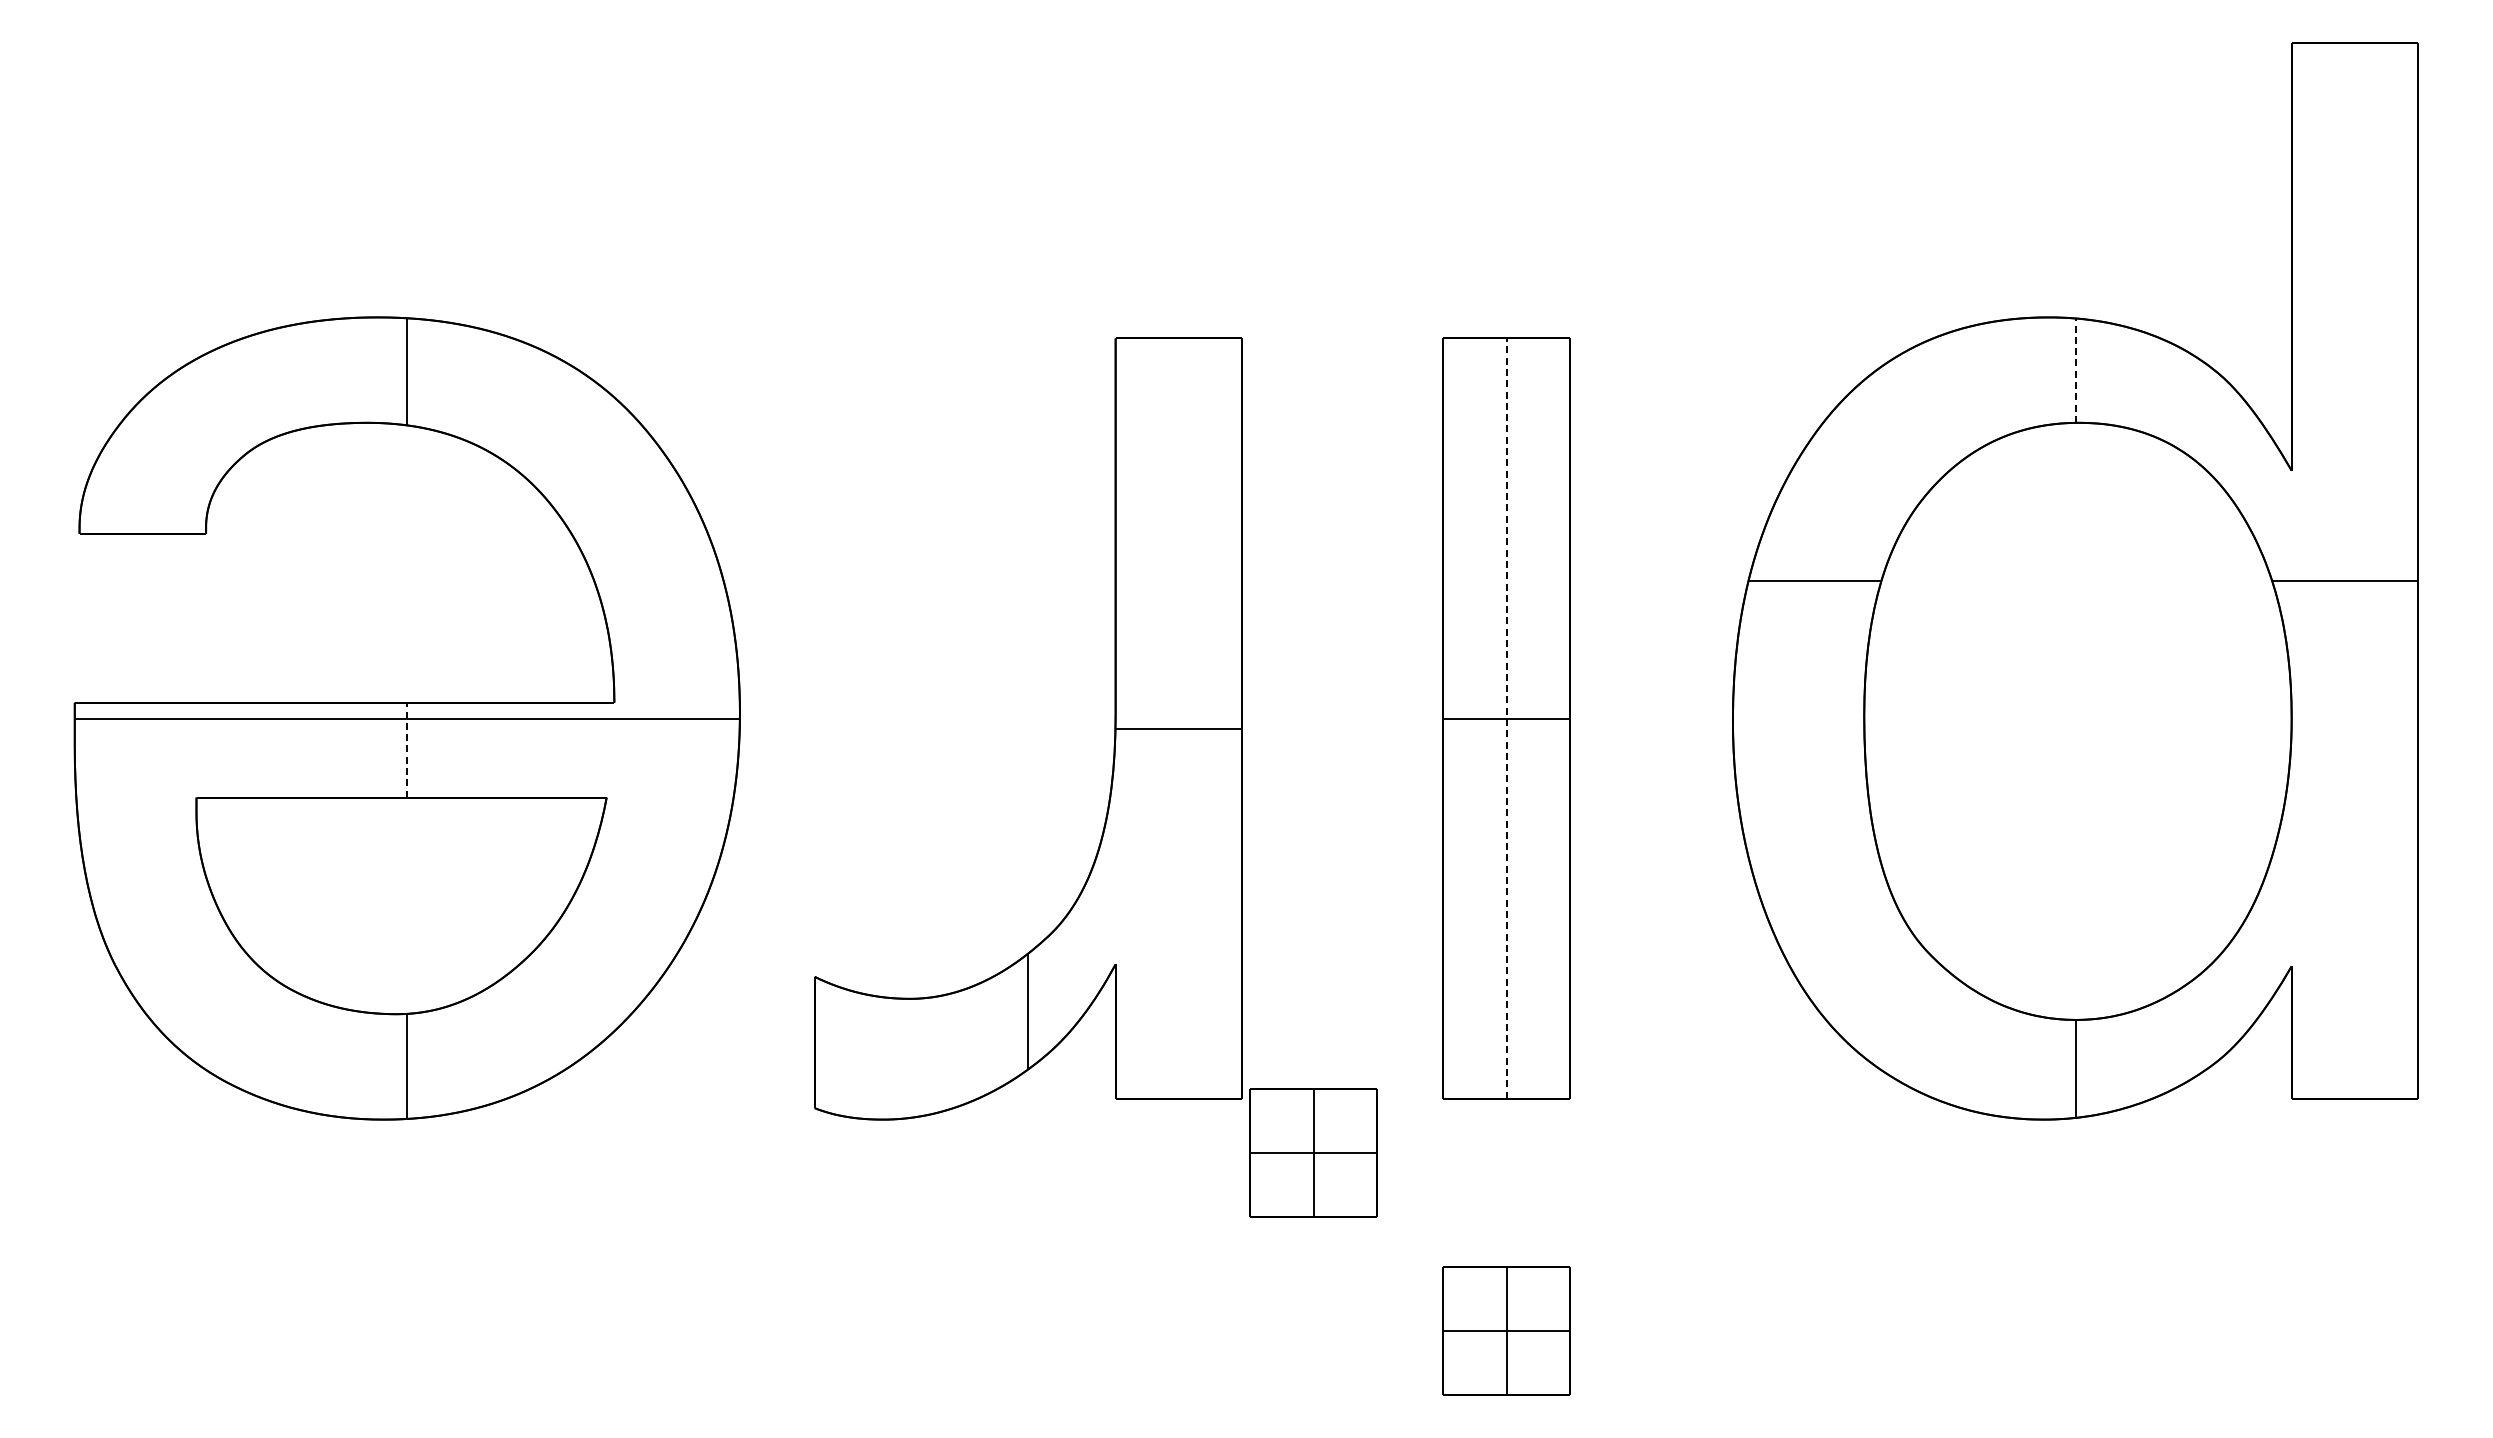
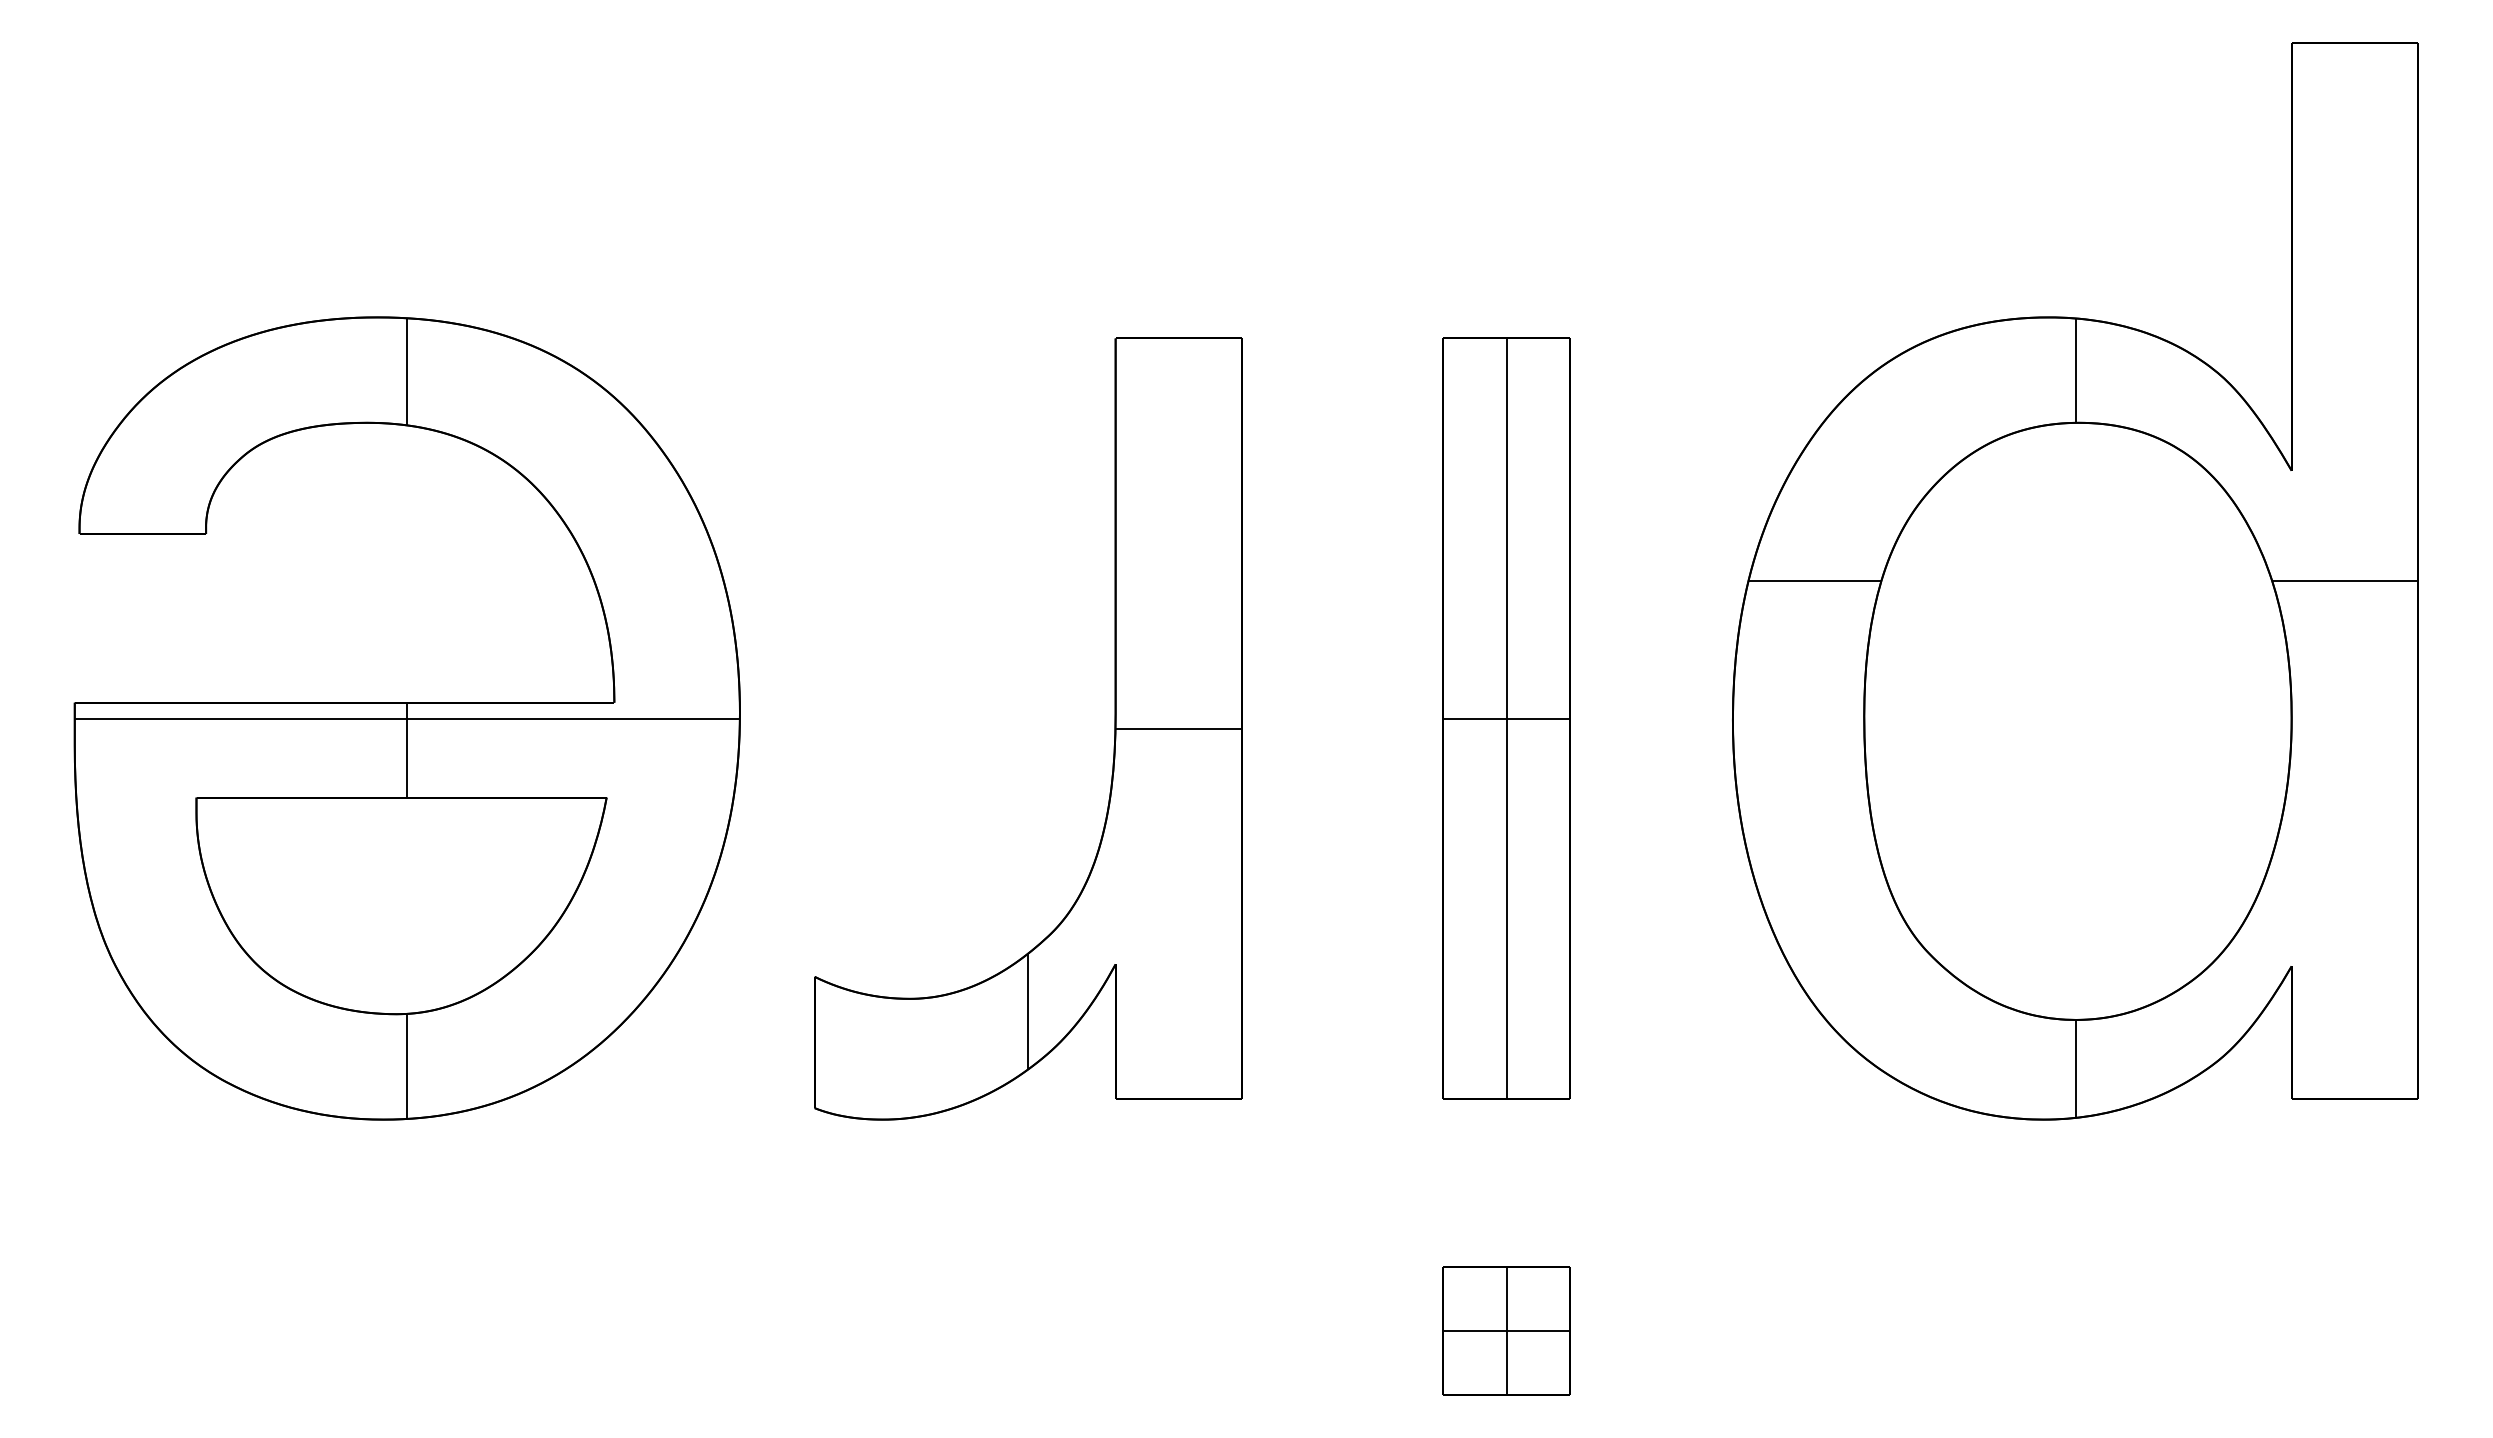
line at (2075, 370): dashed -> solid
line at (1506, 718): dashed -> solid
line at (407, 749): dashed -> solid
part at (1313, 1152): present -> none
